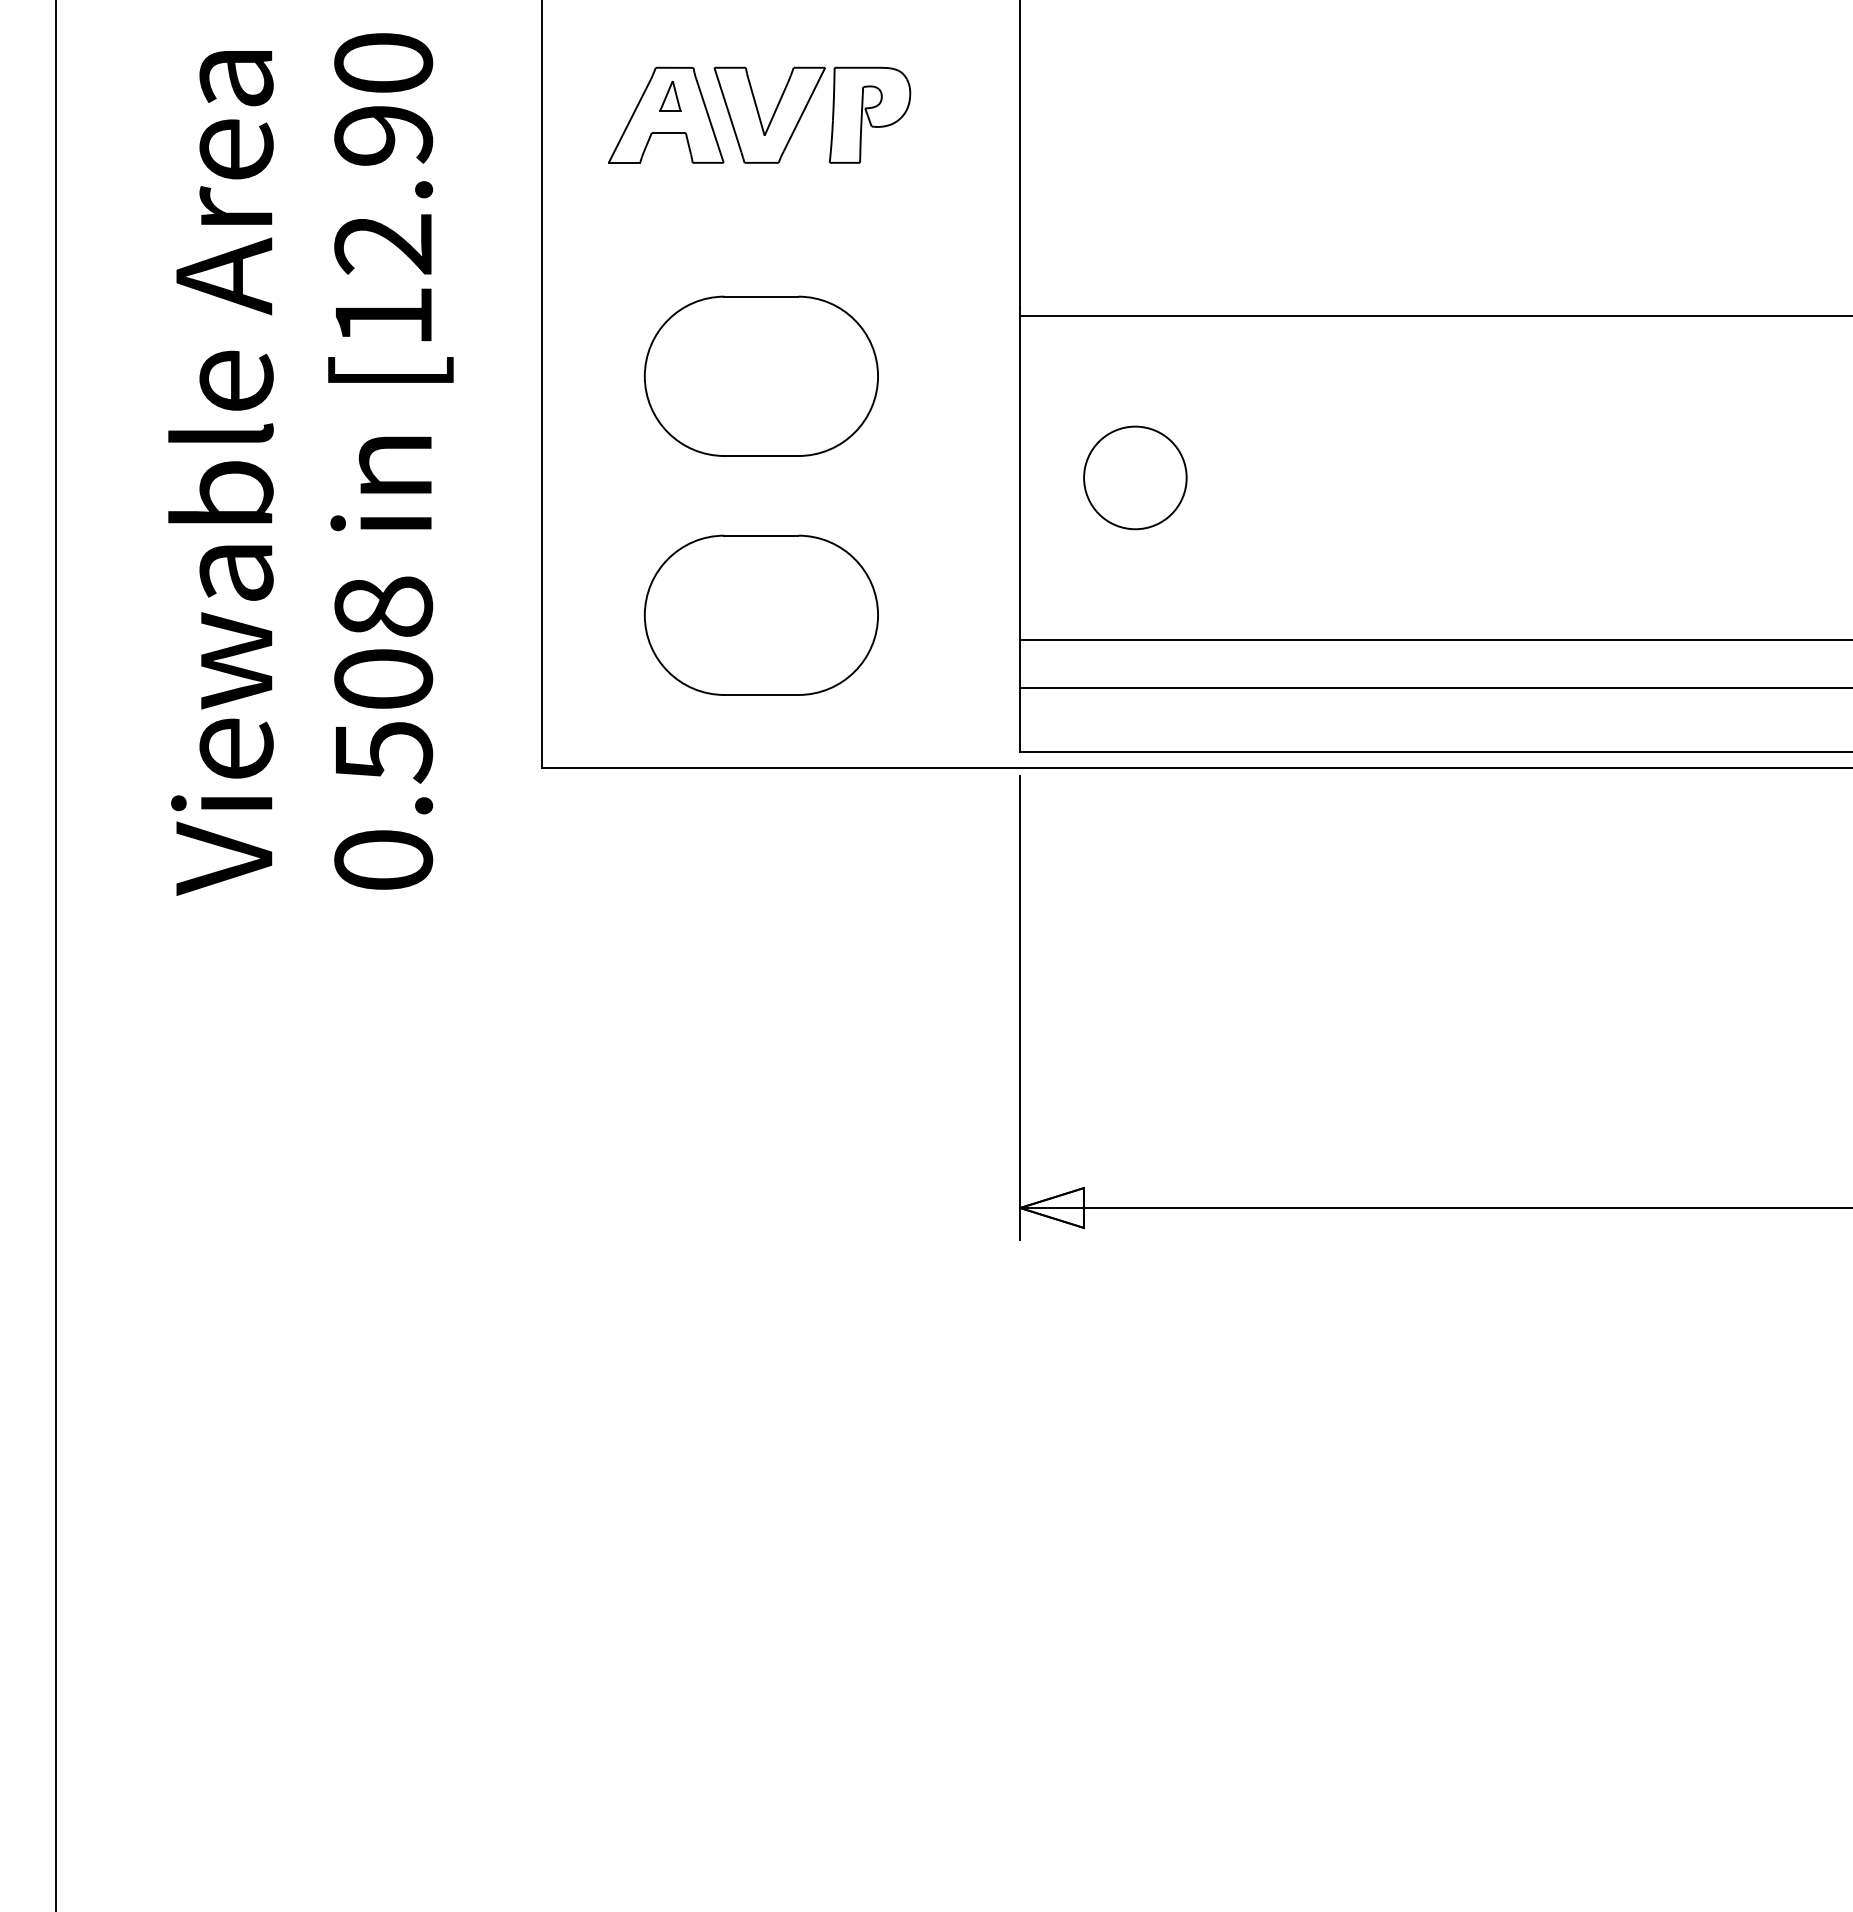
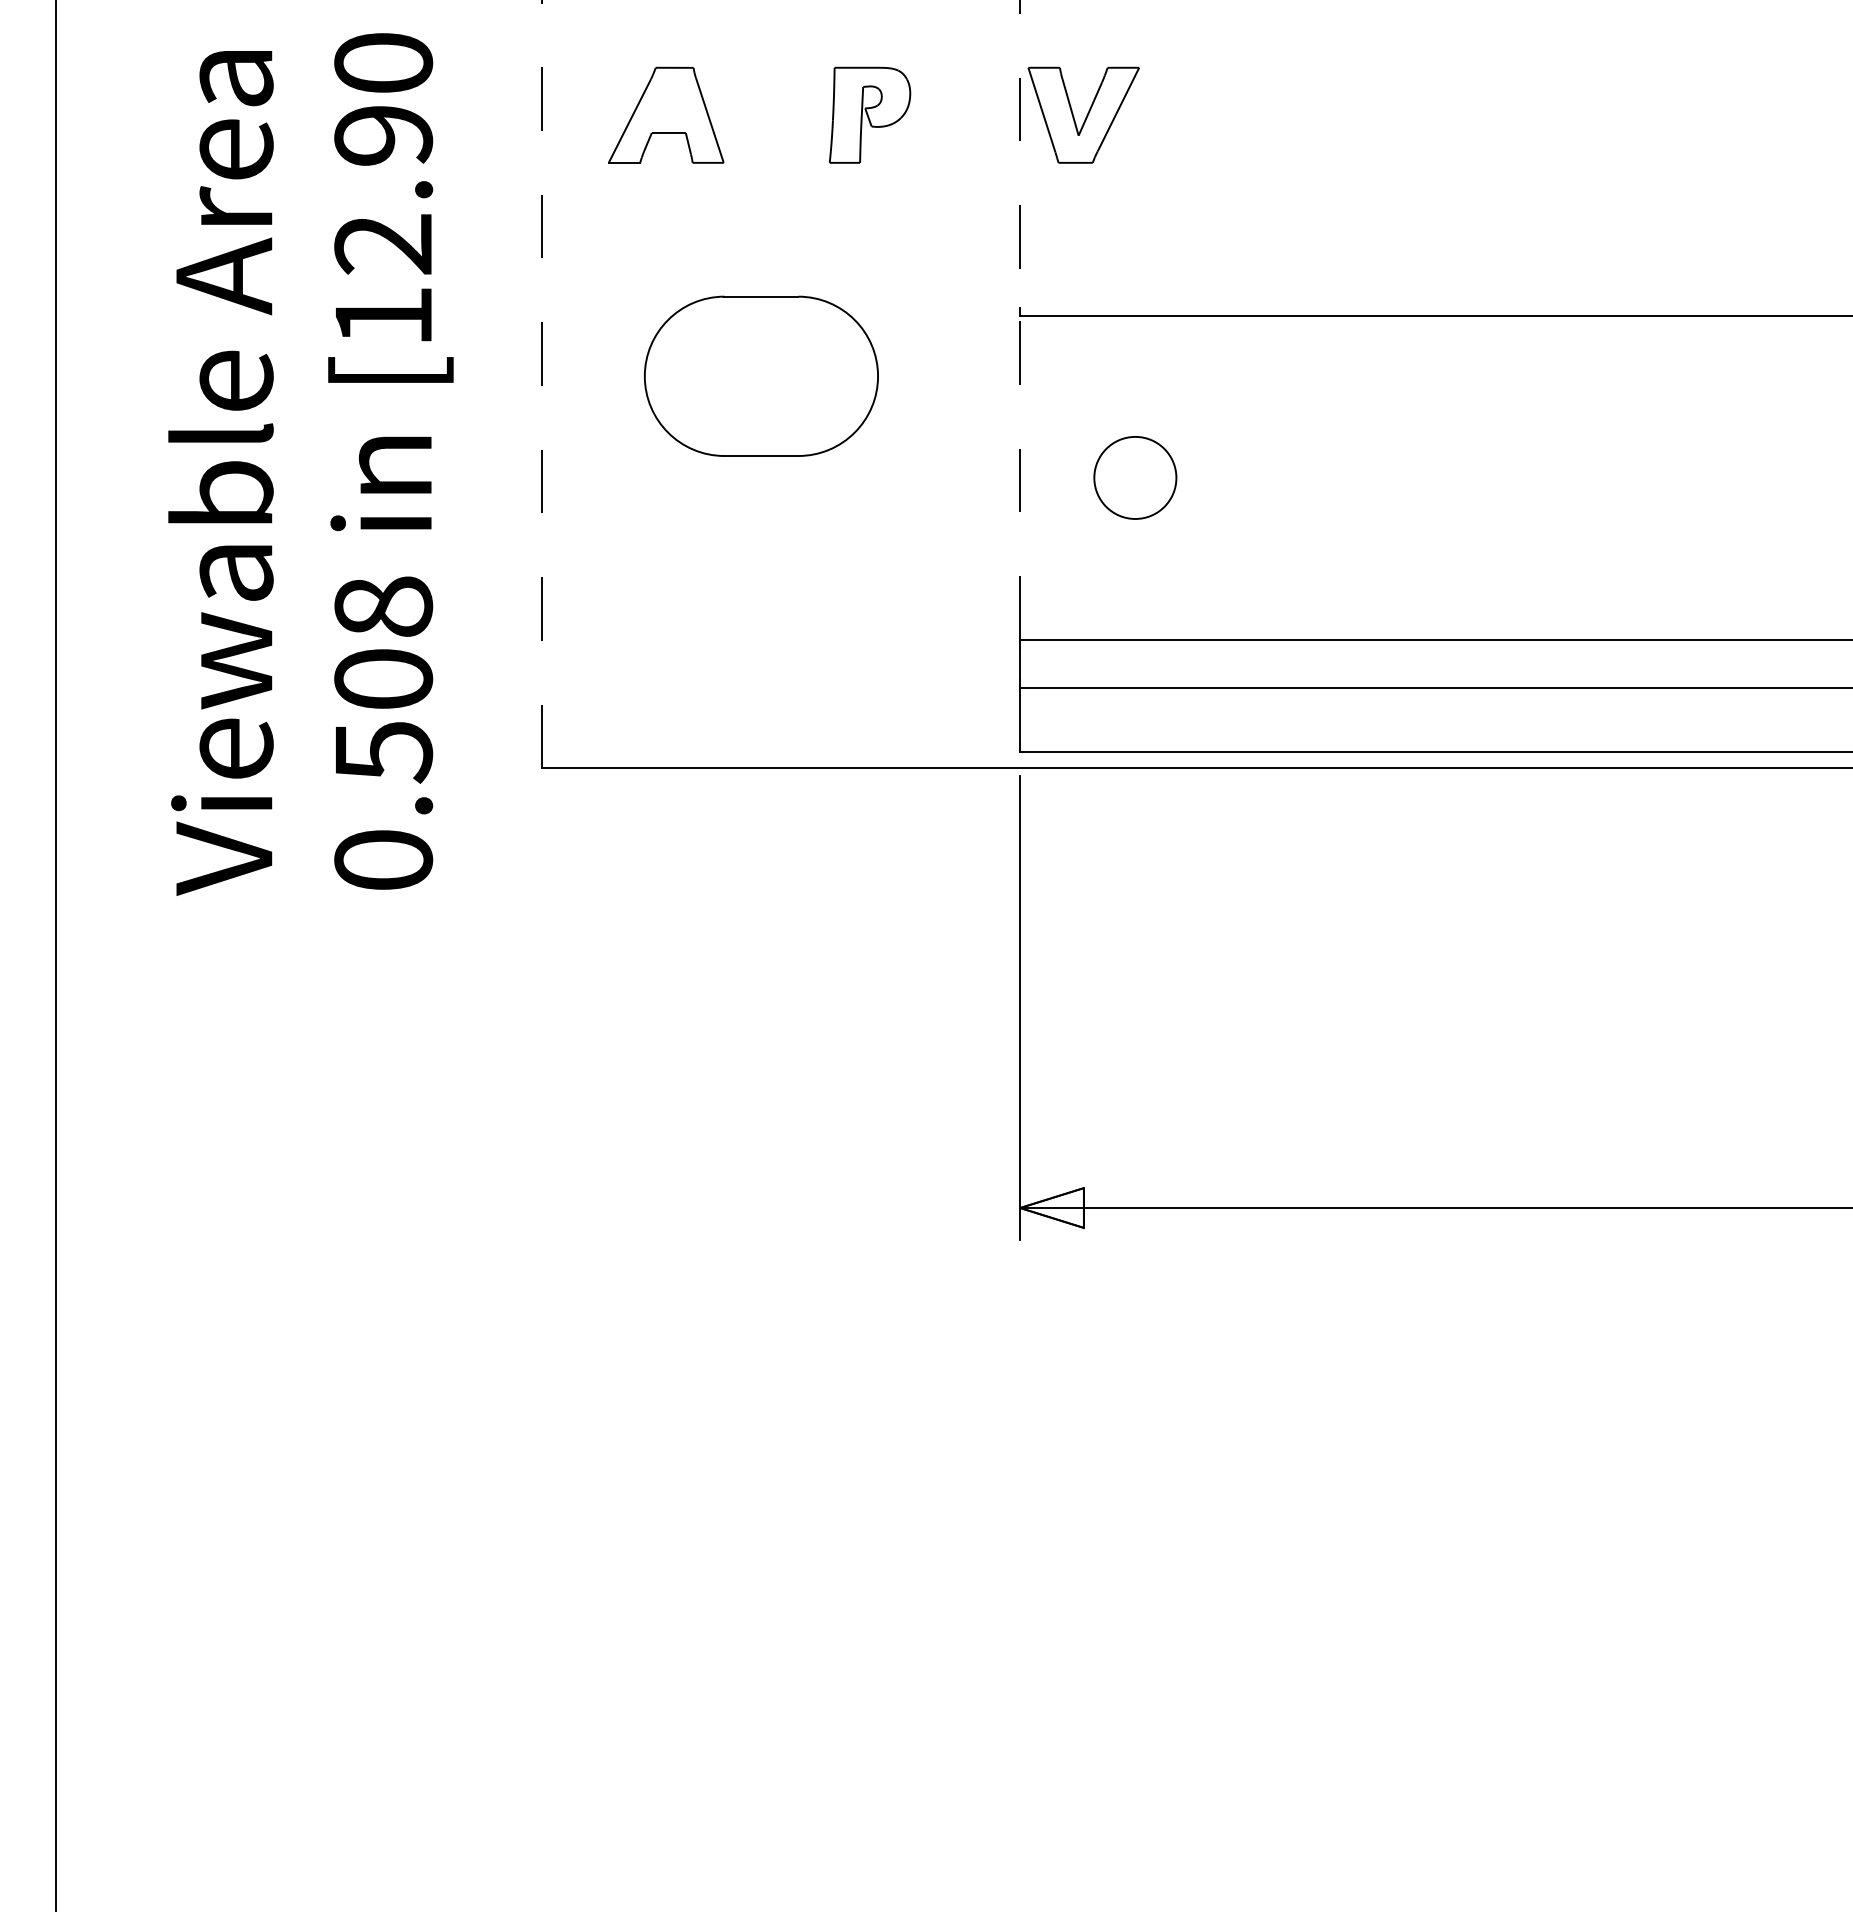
part at (670, 96): present -> none
part at (769, 114) position: (769, 114) -> (1083, 114)
line at (1020, 154): solid -> dashed
line at (542, 384): solid -> dashed
line at (1020, 477): solid -> dashed
circle at (1135, 477) diameter: 103 px -> 82 px
part at (760, 614): present -> none
